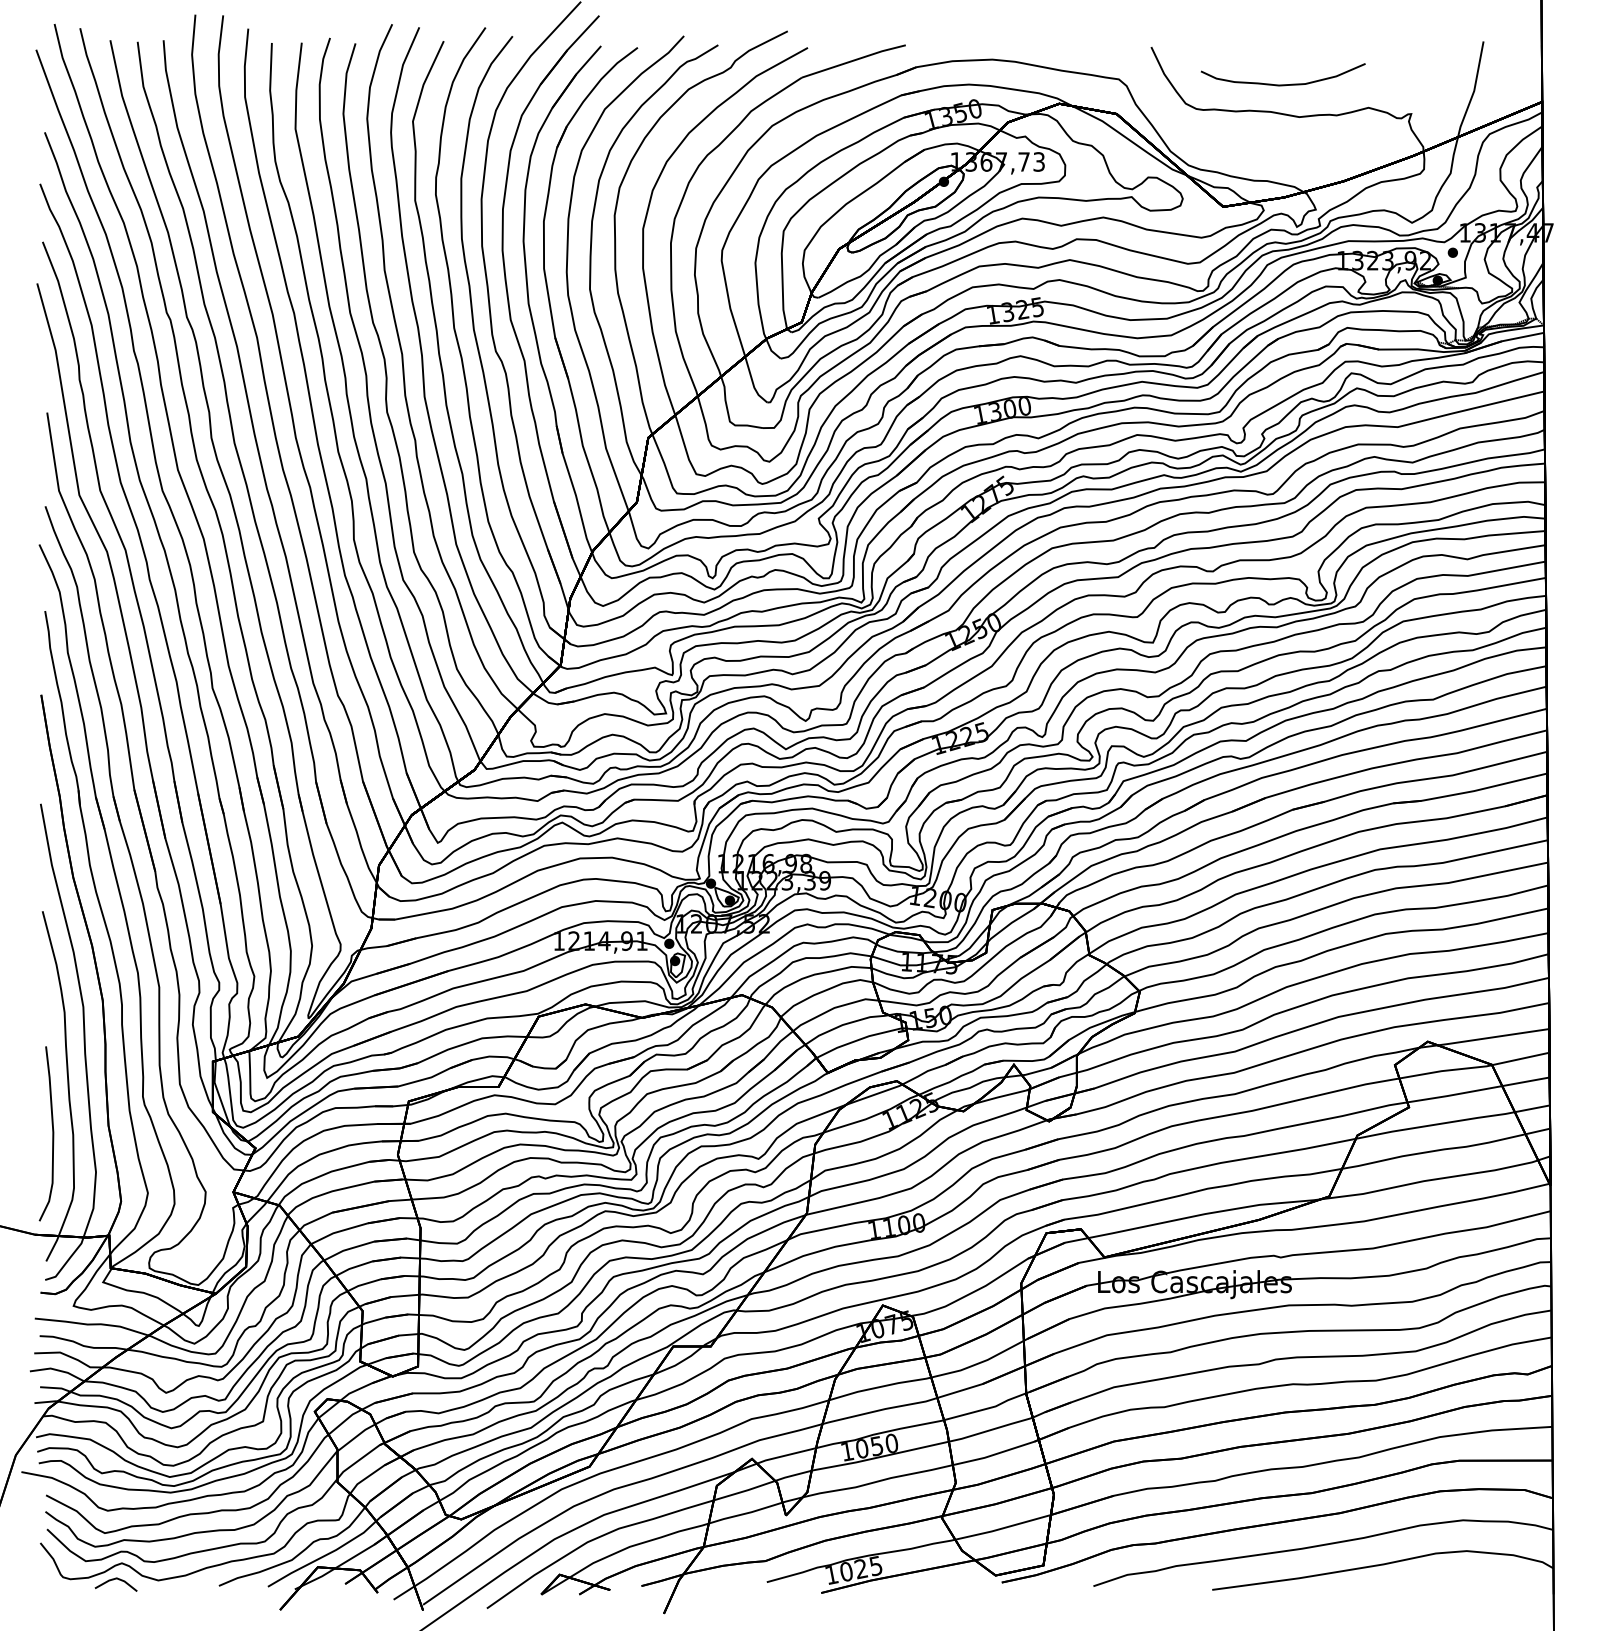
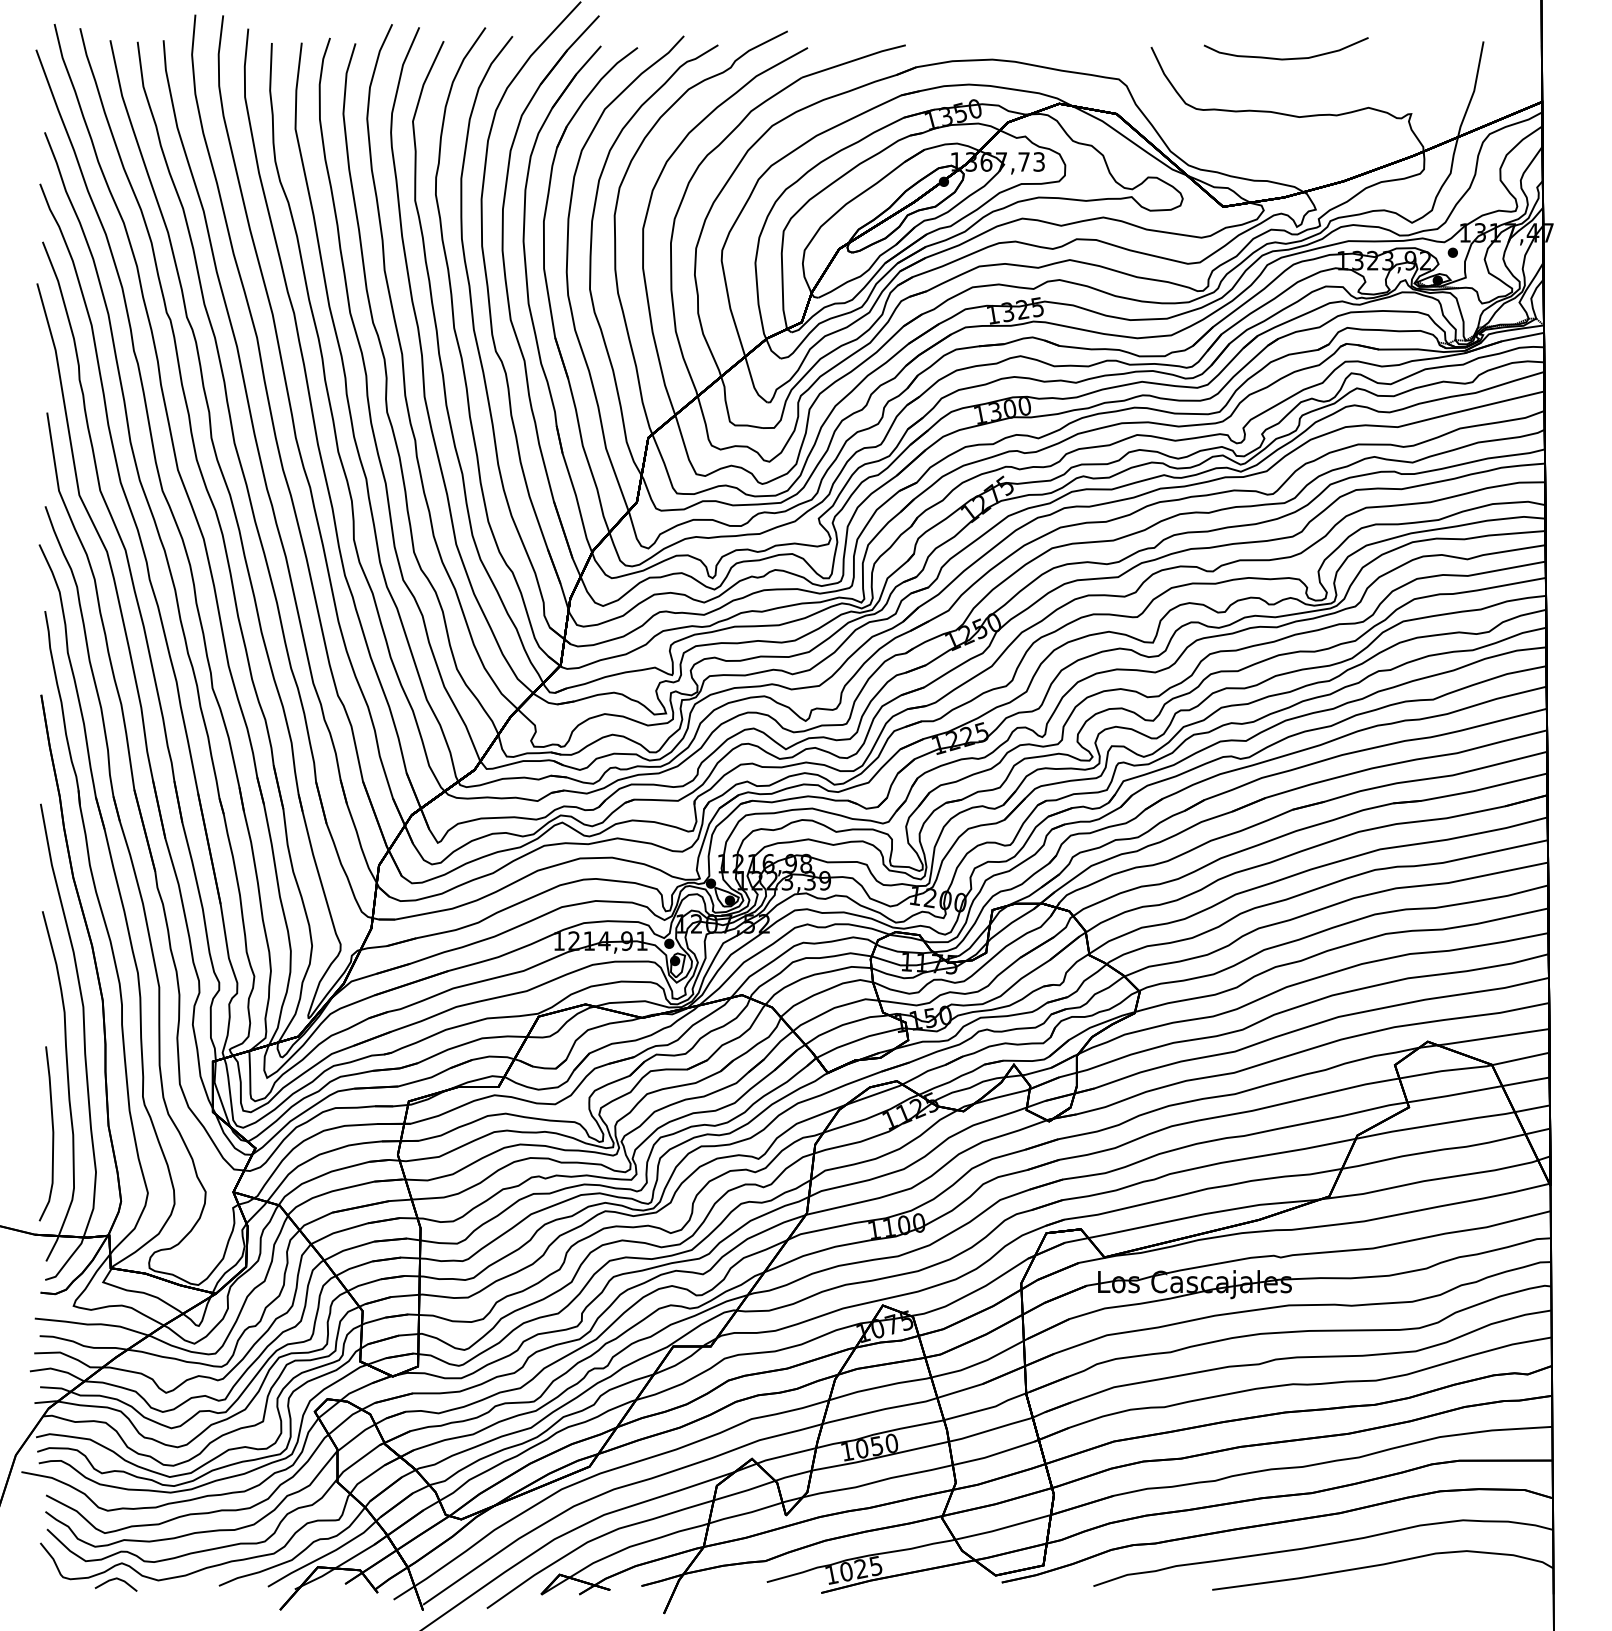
curve at (1282, 84) position: (1282, 84) -> (1285, 58)
